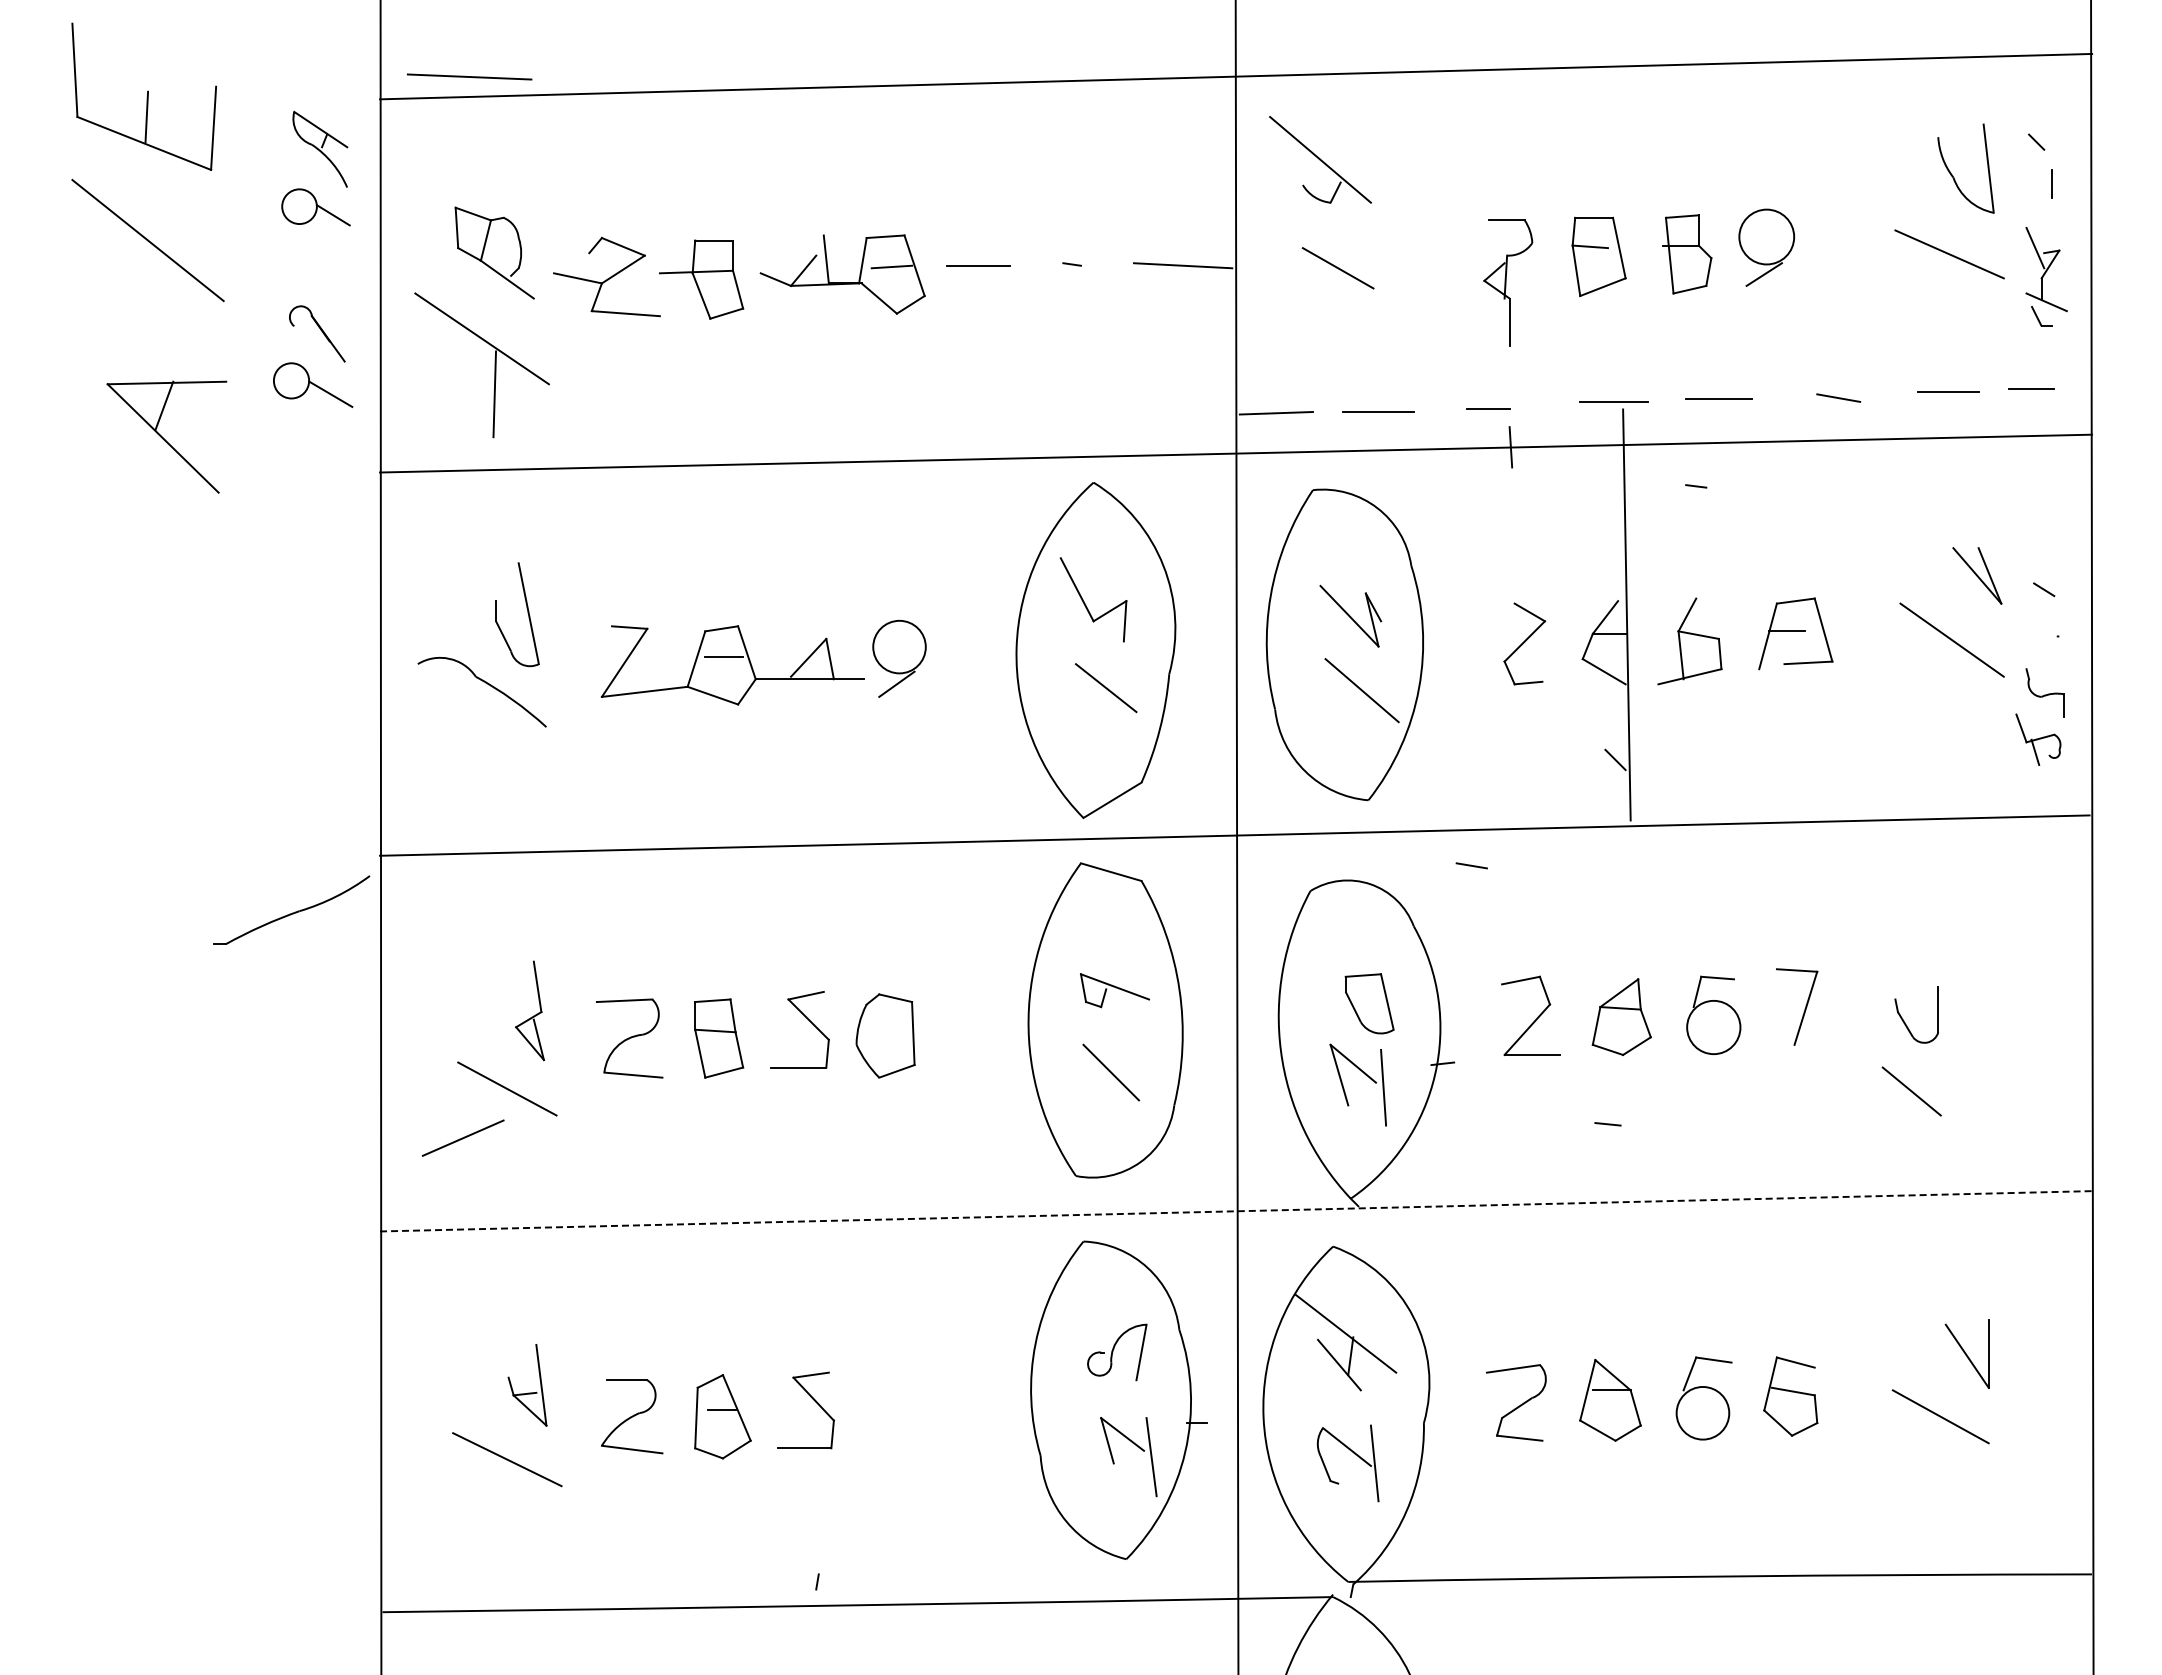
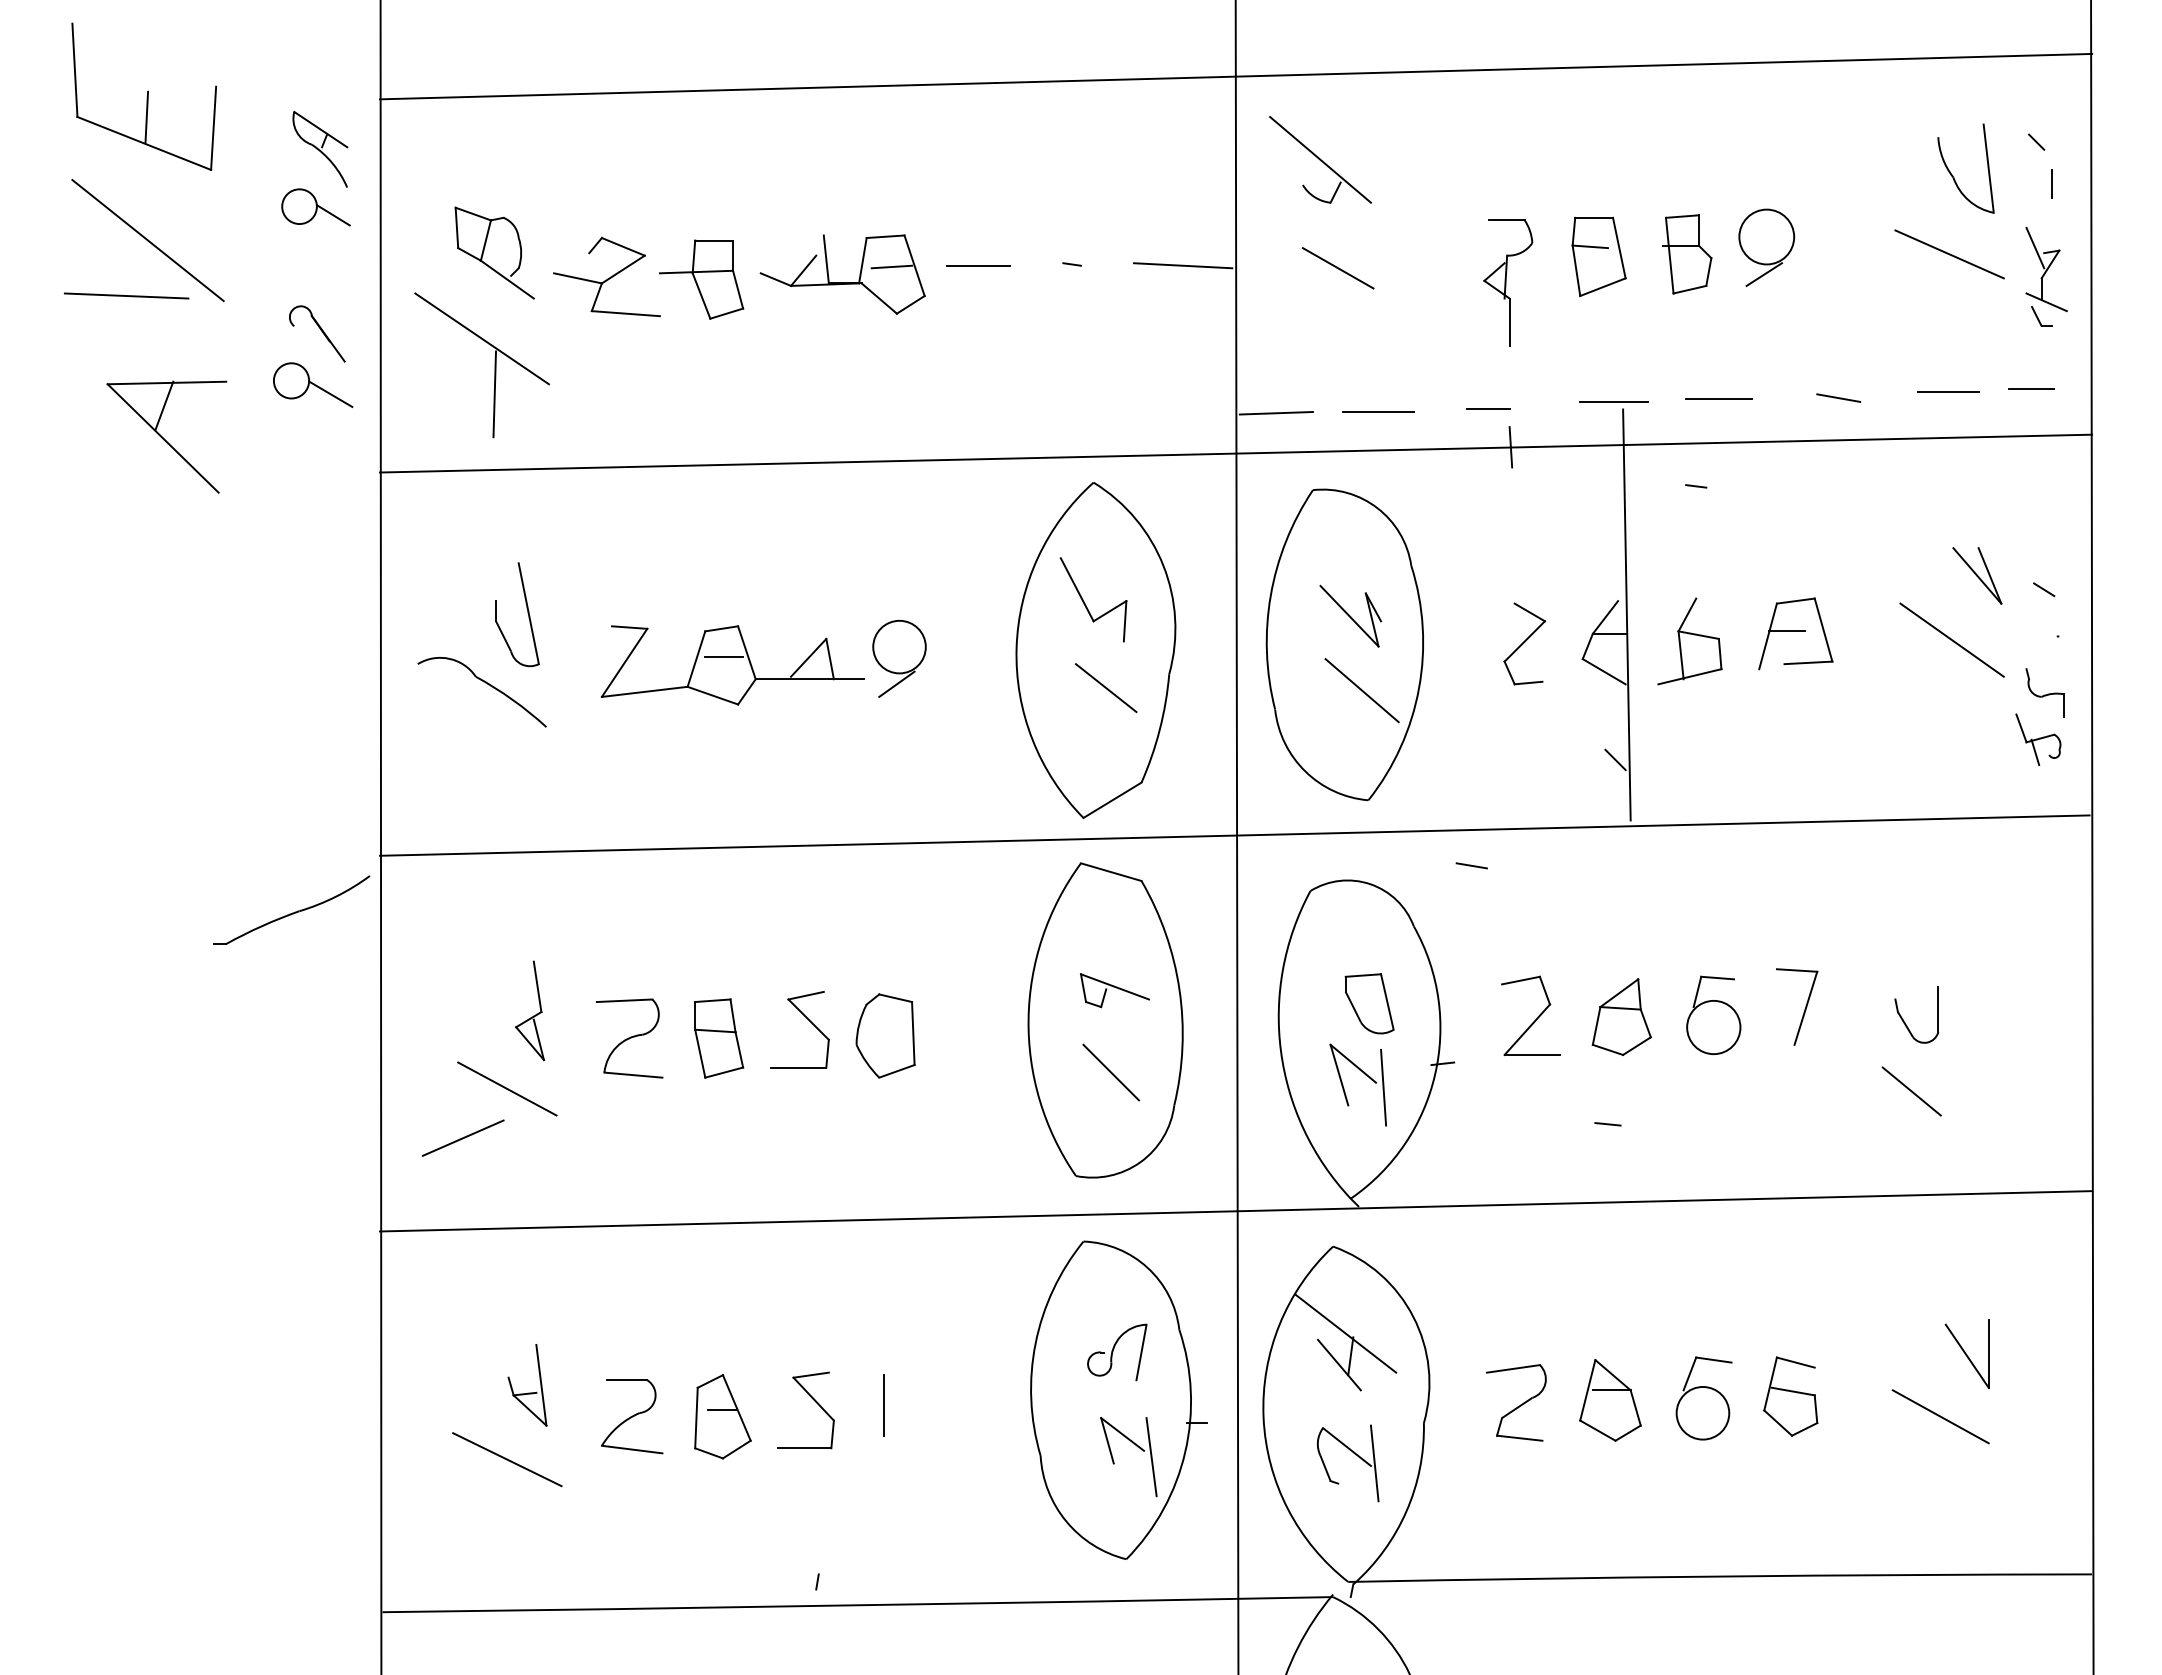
line at (469, 76) position: (469, 76) -> (126, 295)
line at (1236, 1211): dashed -> solid
line at (884, 1405): none -> present
